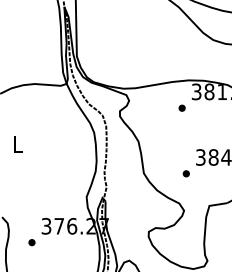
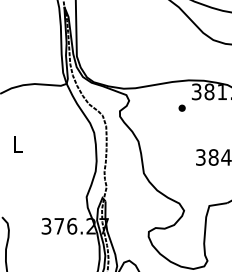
part at (185, 173): present -> none
part at (31, 242): present -> none
